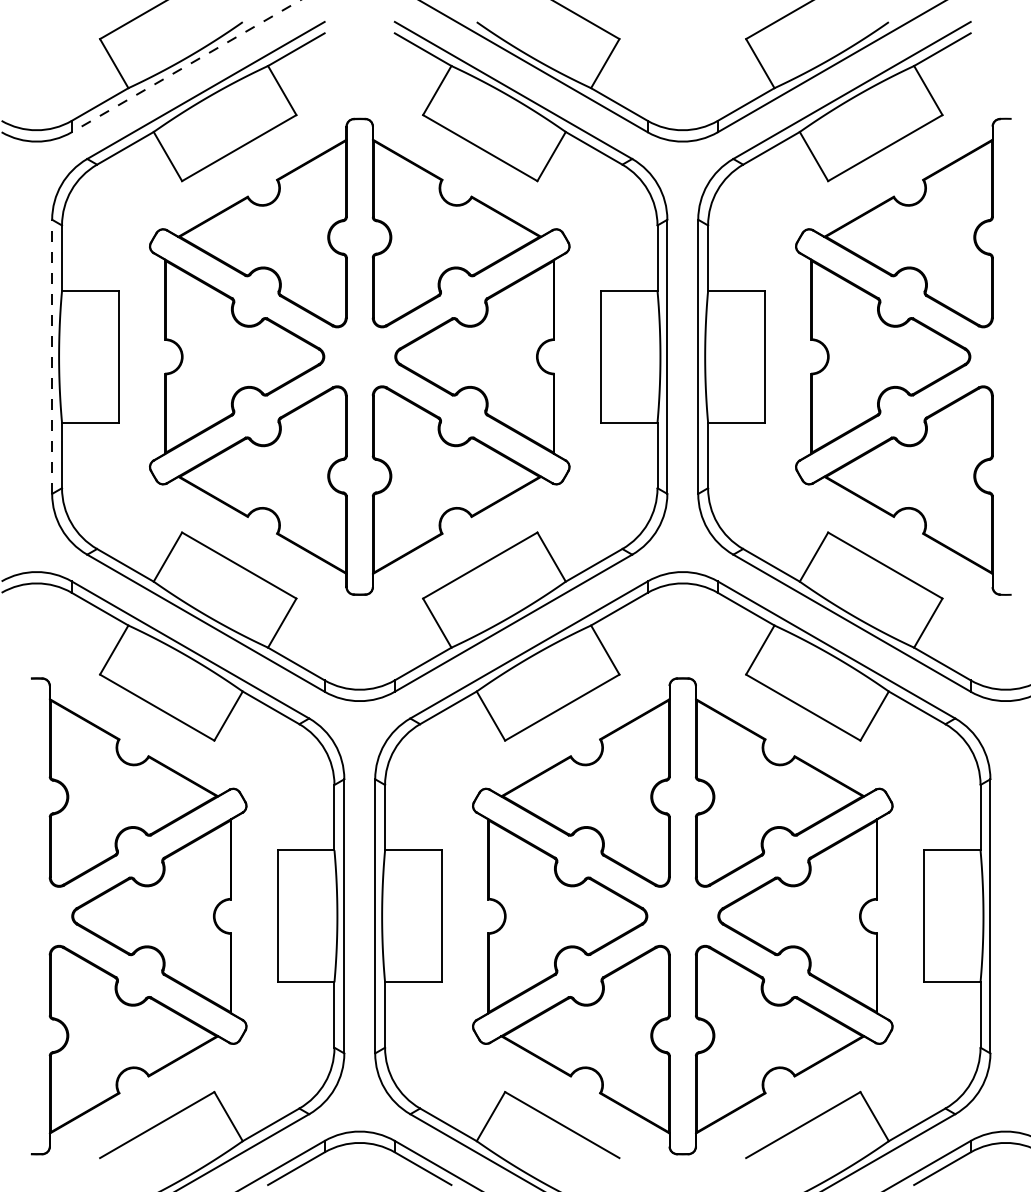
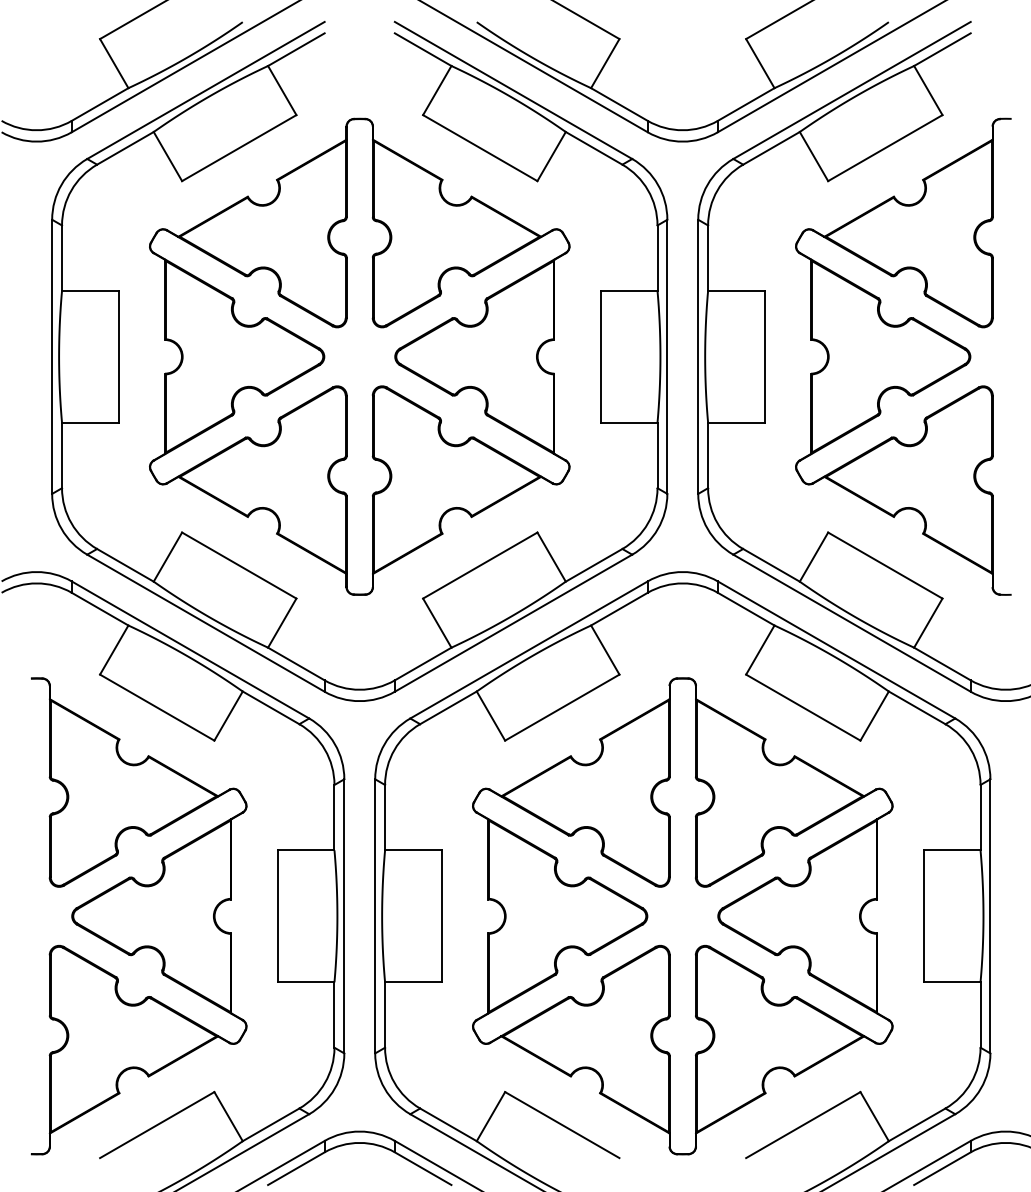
line at (185, 66): dashed -> solid
line at (52, 356): dashed -> solid
